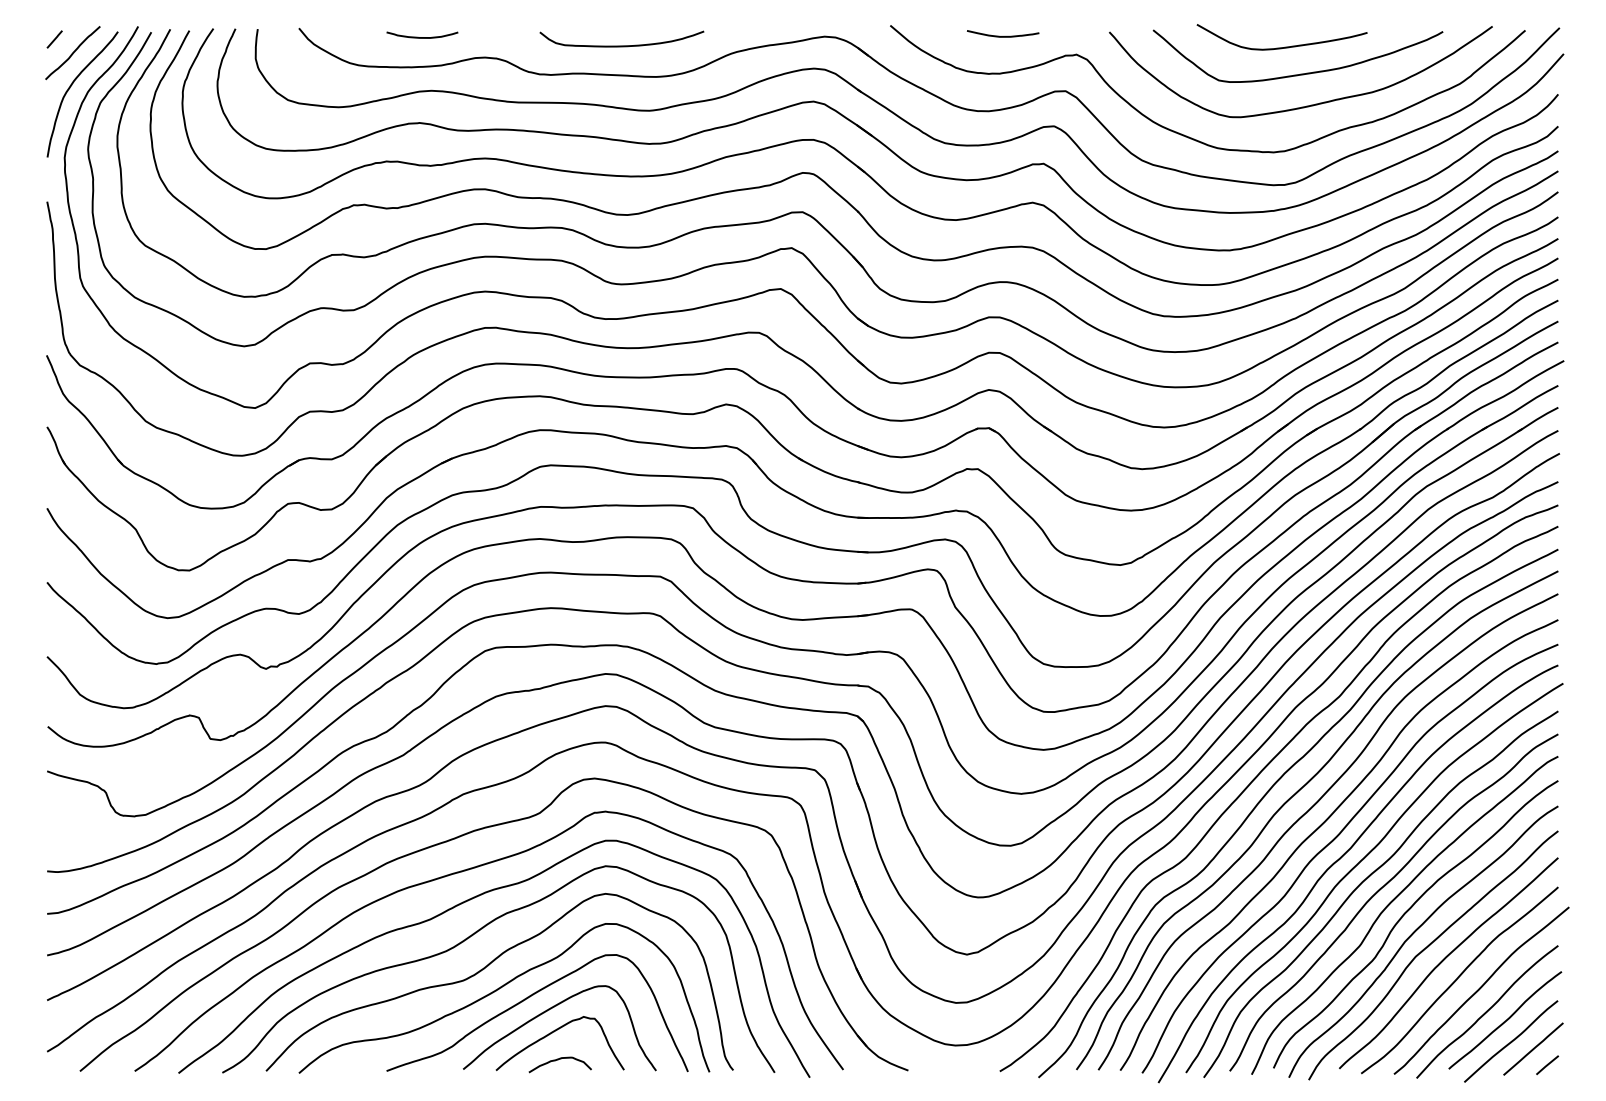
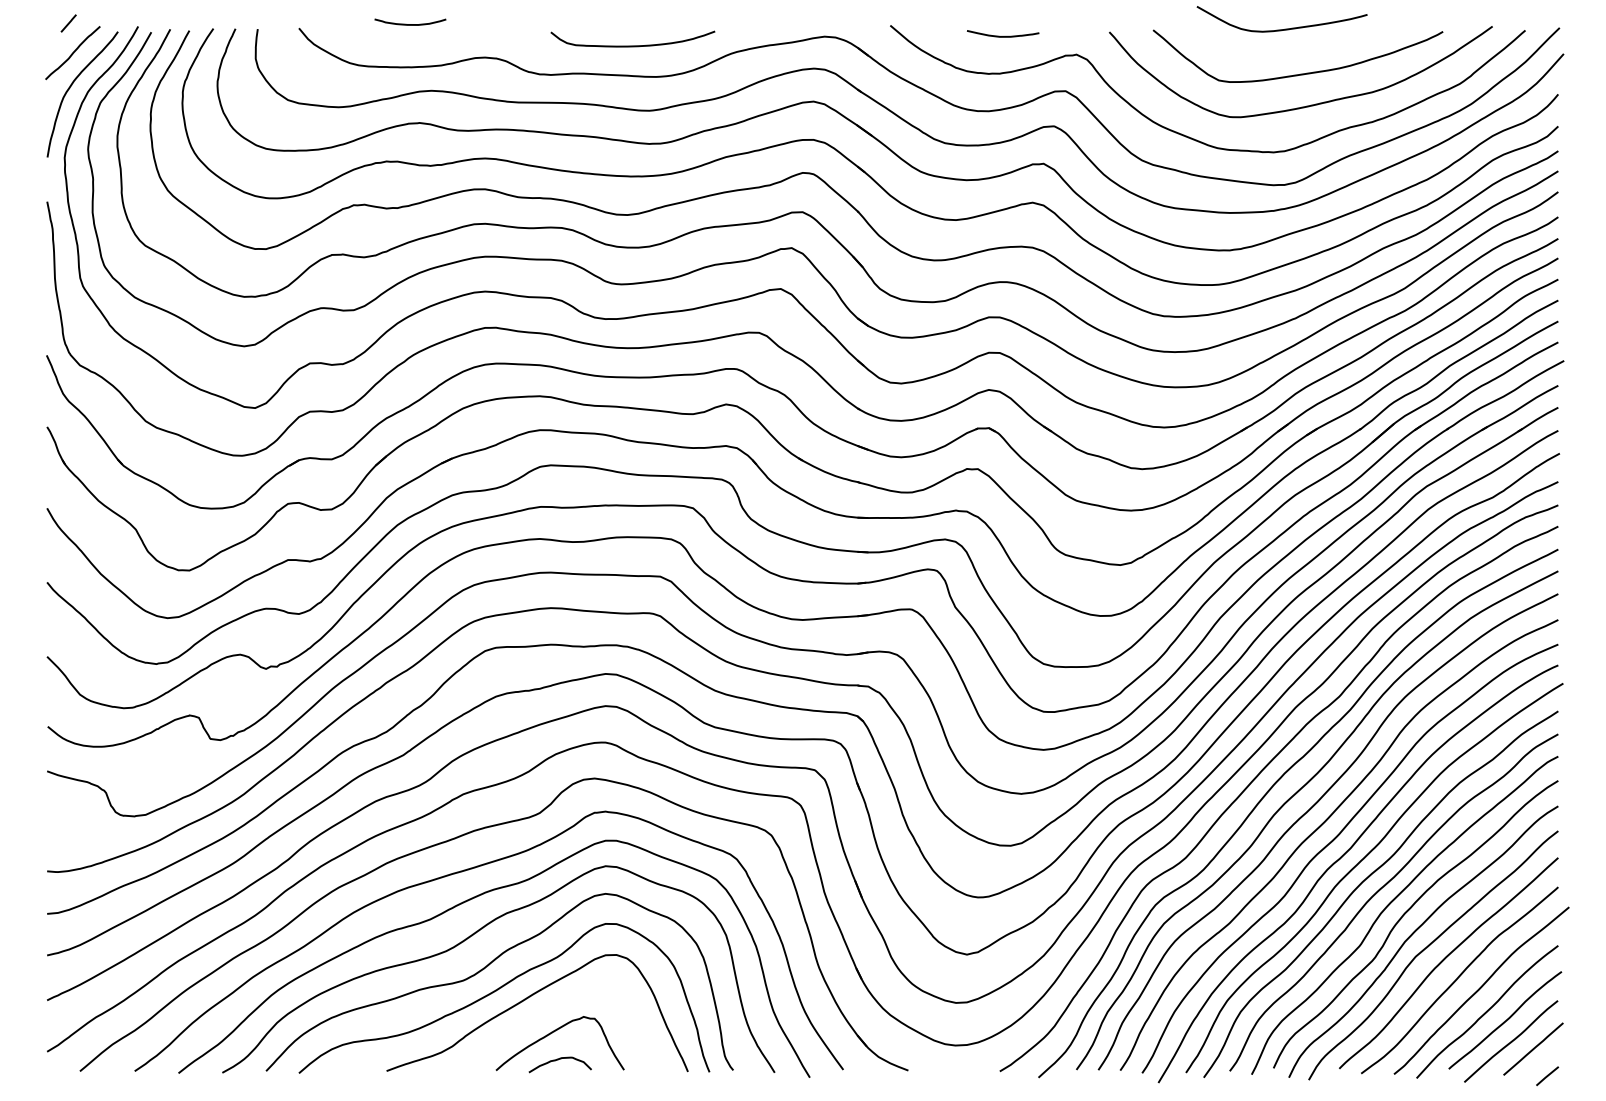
curve at (422, 37) position: (422, 37) -> (410, 24)
line at (54, 39) position: (54, 39) -> (68, 23)
curve at (621, 45) position: (621, 45) -> (632, 45)
curve at (1284, 46) position: (1284, 46) -> (1284, 28)
curve at (549, 1010): present -> none
line at (1547, 1065) position: (1547, 1065) -> (1547, 1076)
